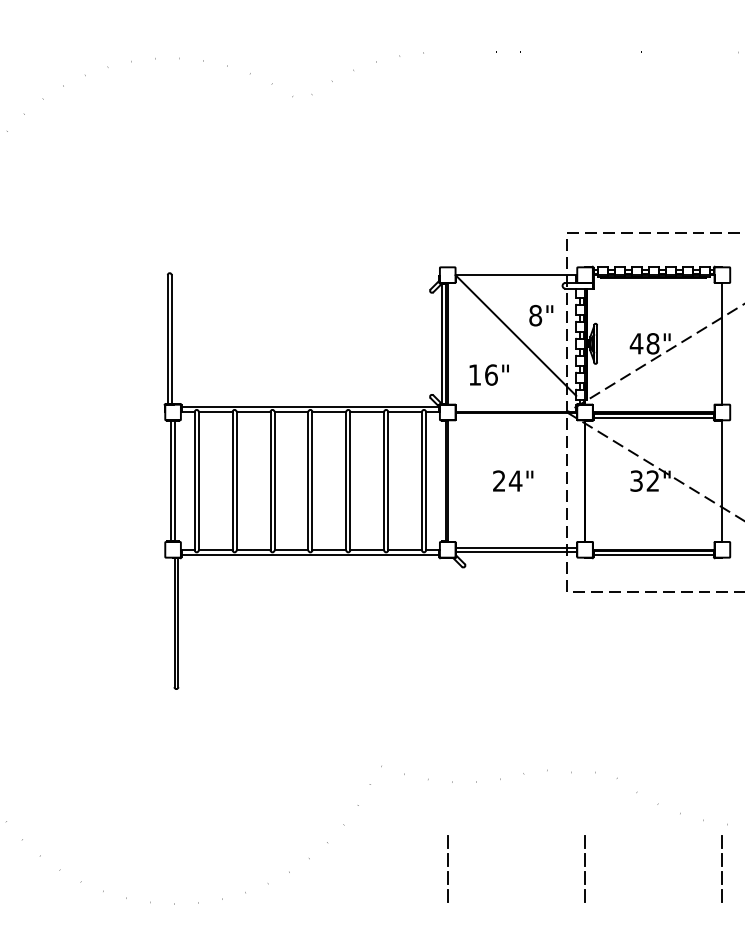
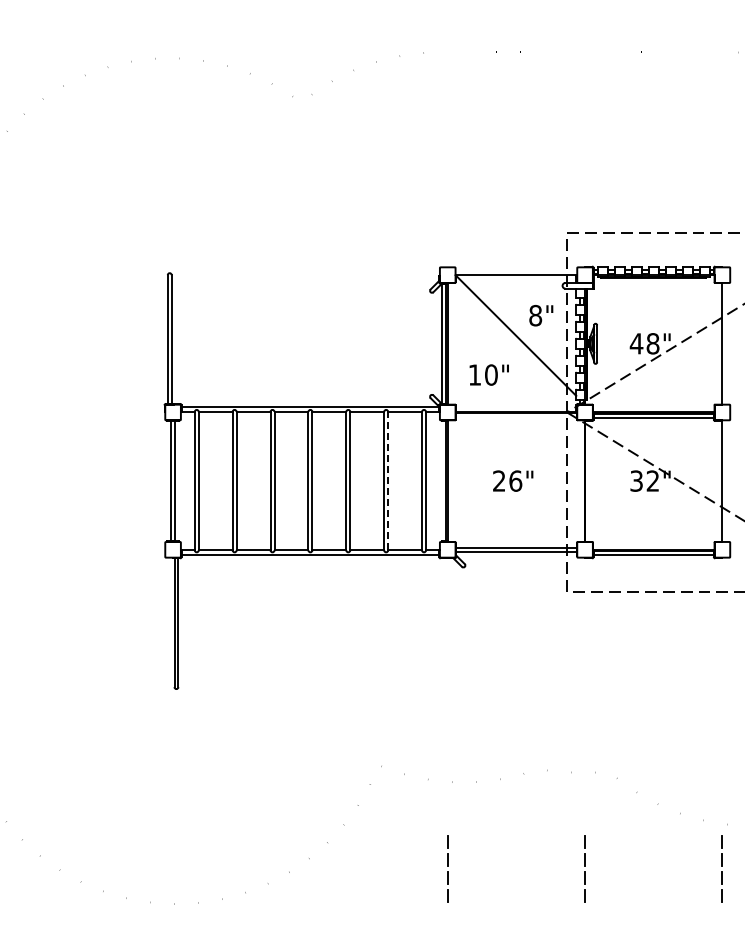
text at (491, 374): 16" -> 10"
line at (388, 480): solid -> dashed
text at (515, 480): 24" -> 26"
